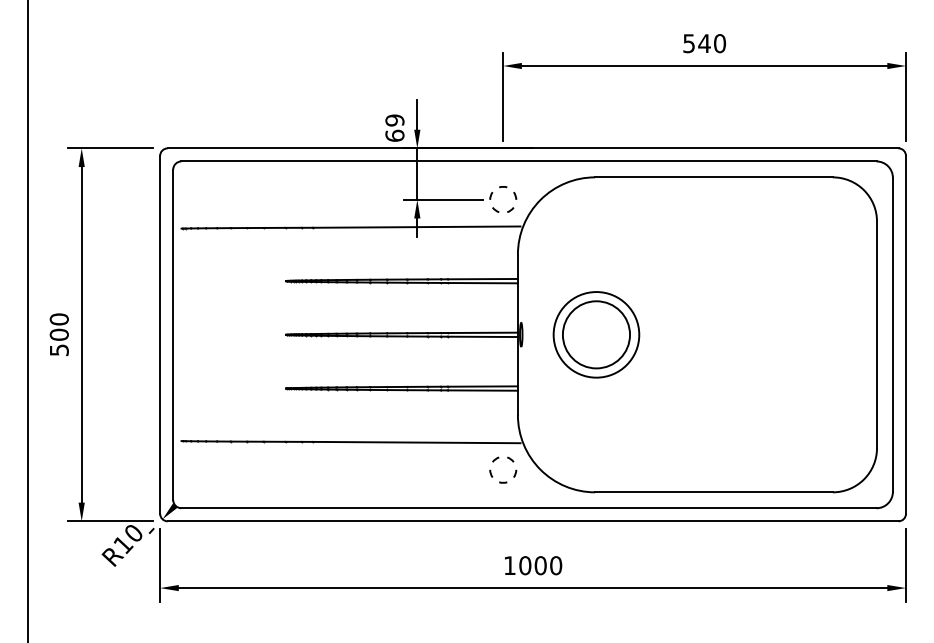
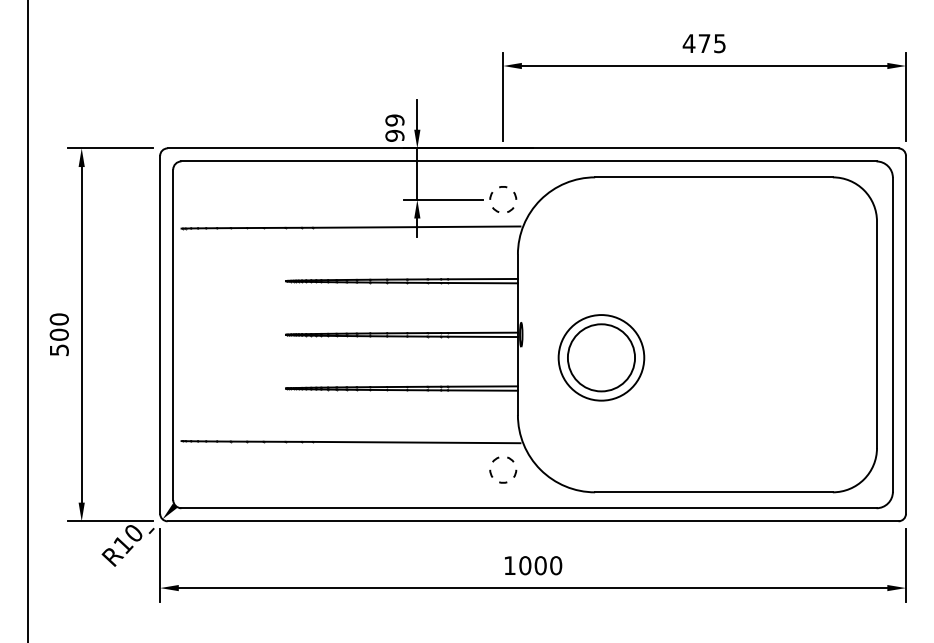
text at (704, 43): 540 -> 475
text at (394, 135): 69 -> 99
part at (596, 334) position: (596, 334) -> (601, 357)
